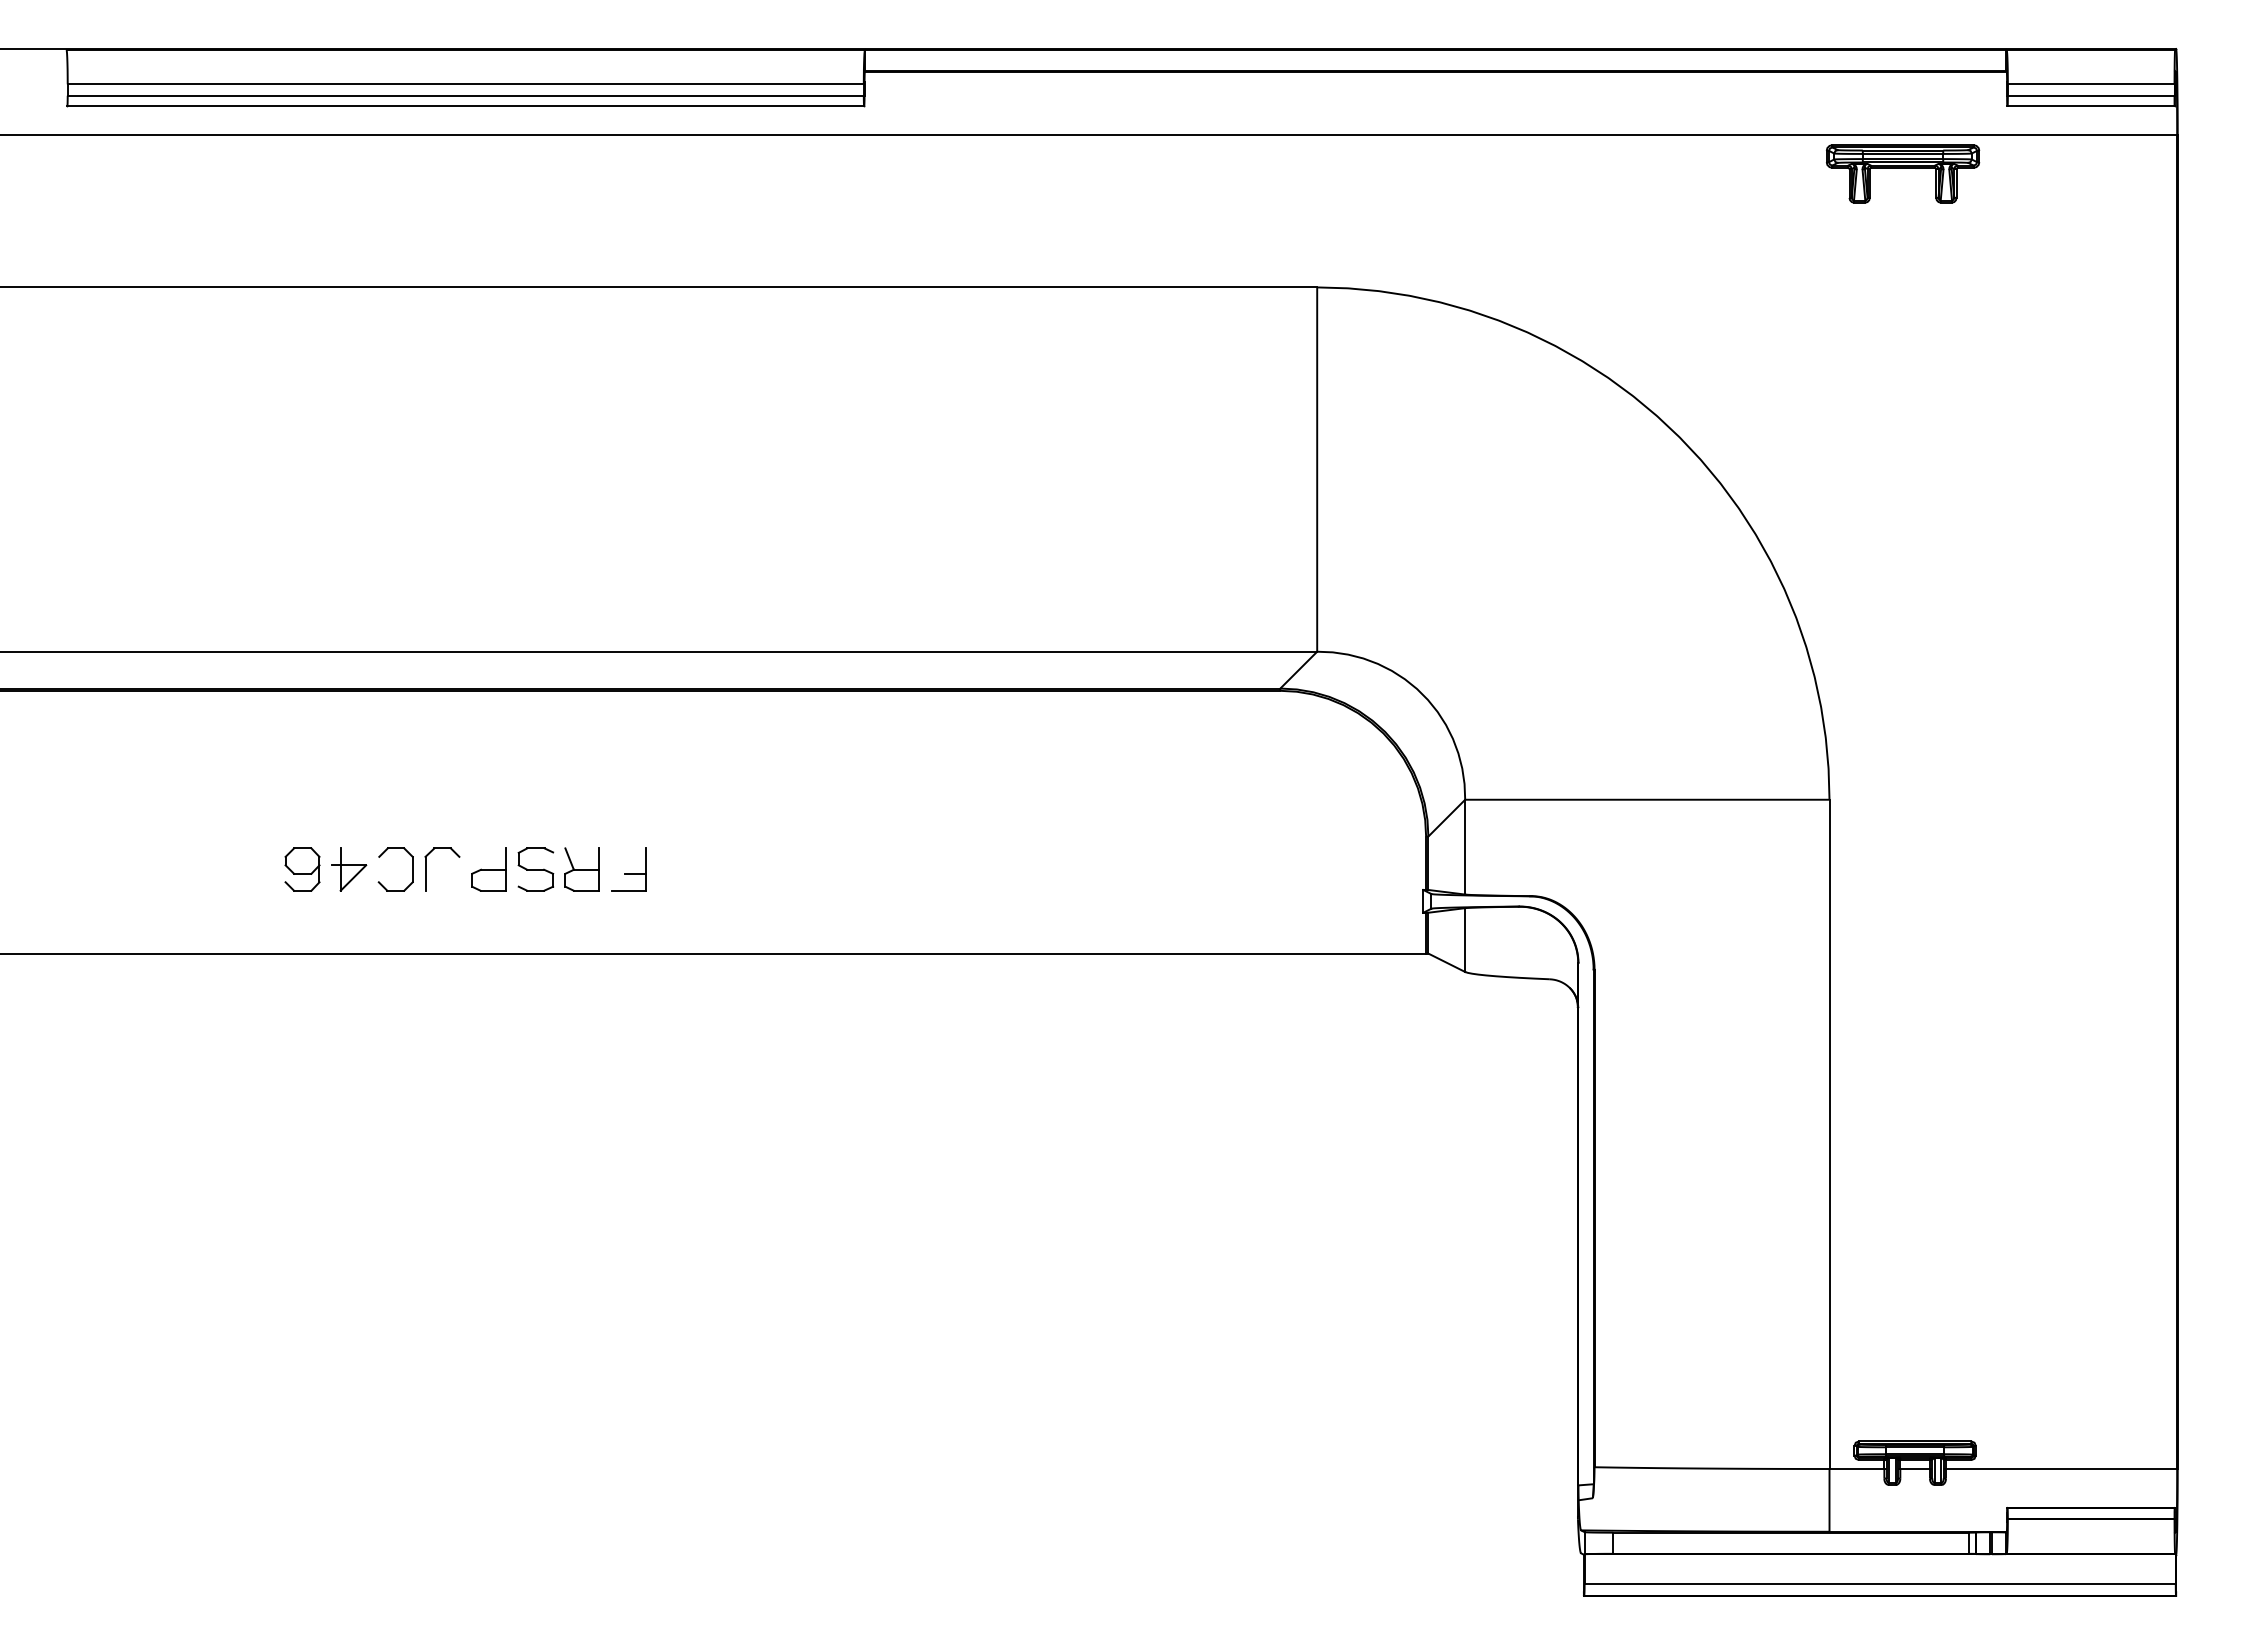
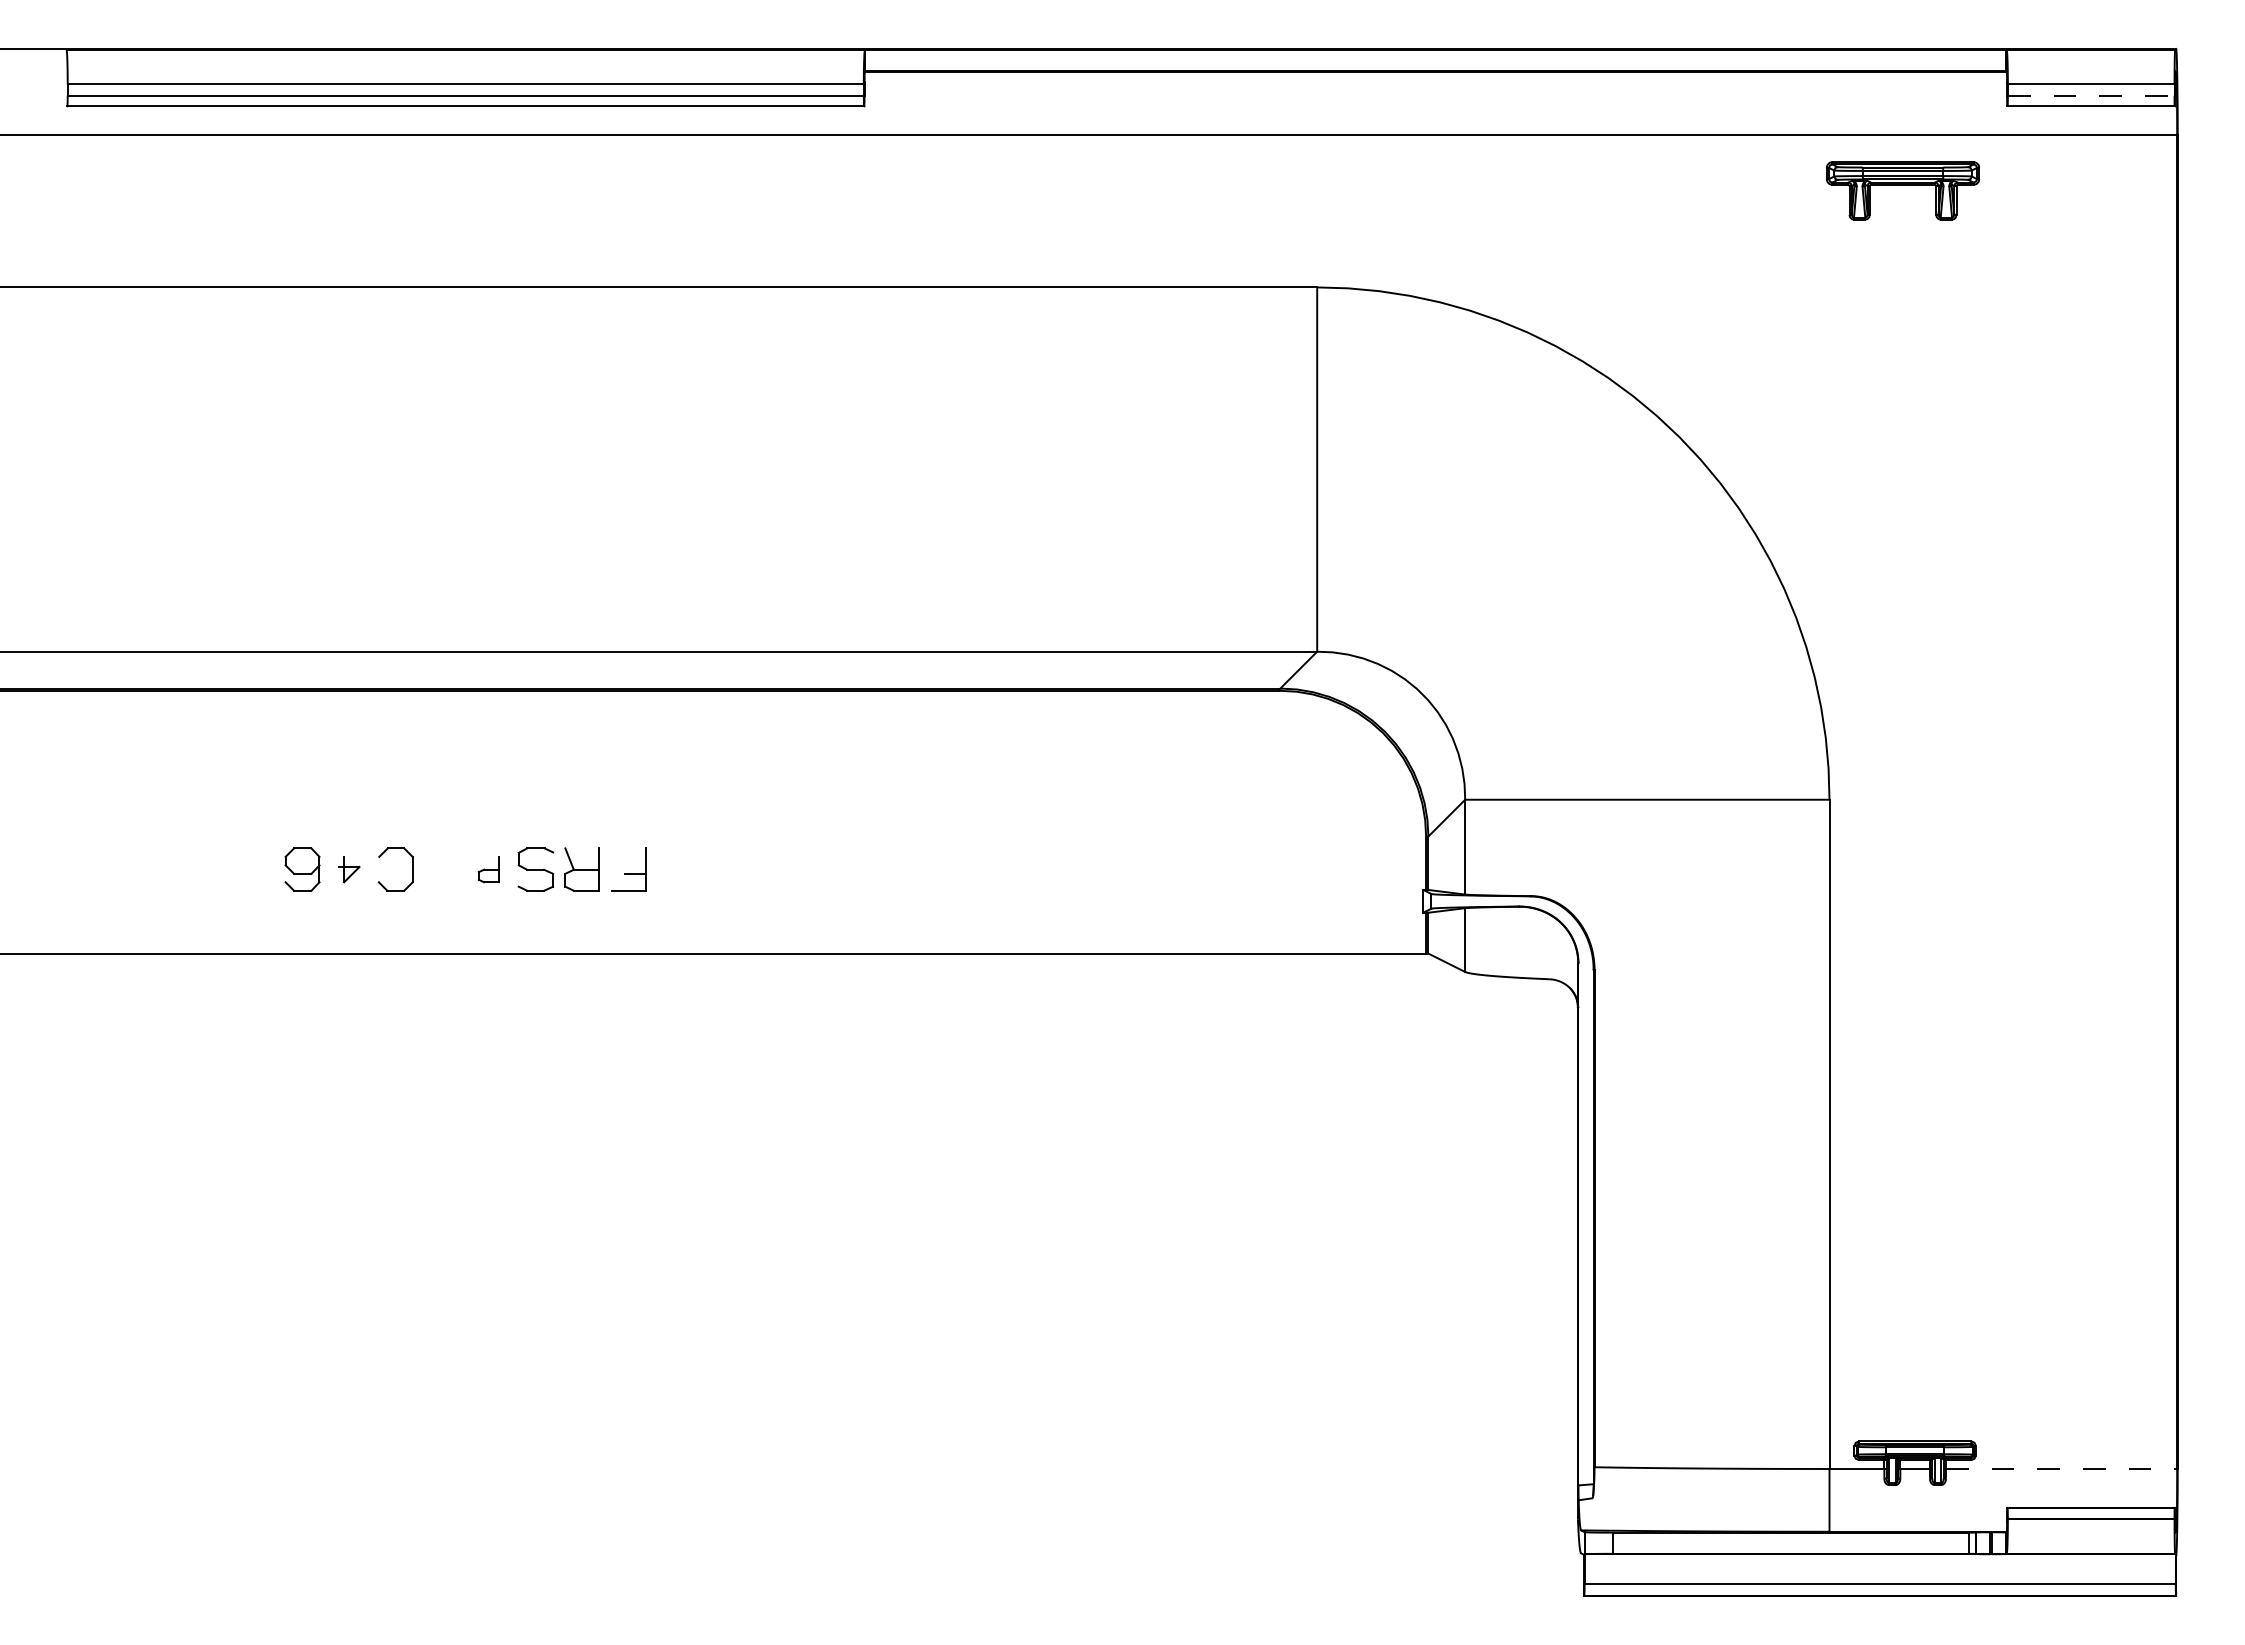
line at (2091, 95): solid -> dashed
part at (1903, 173) position: (1903, 173) -> (1903, 190)
part at (349, 869) size: 37x45 px -> 23x28 px
part at (426, 869): present -> none
part at (488, 869) size: 36x45 px -> 23x28 px
line at (2061, 1469): solid -> dashed
